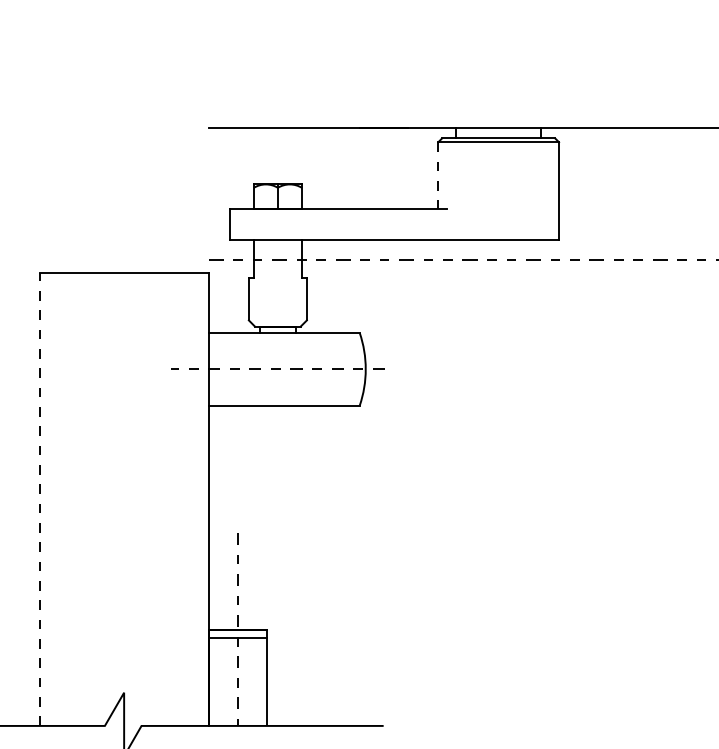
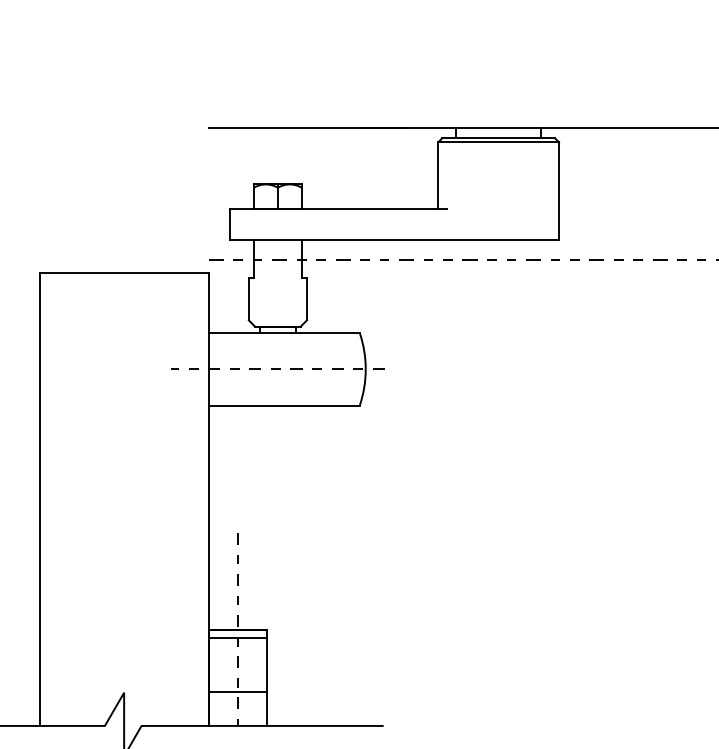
line at (438, 175): dashed -> solid
line at (39, 499): dashed -> solid
line at (237, 692): none -> present
